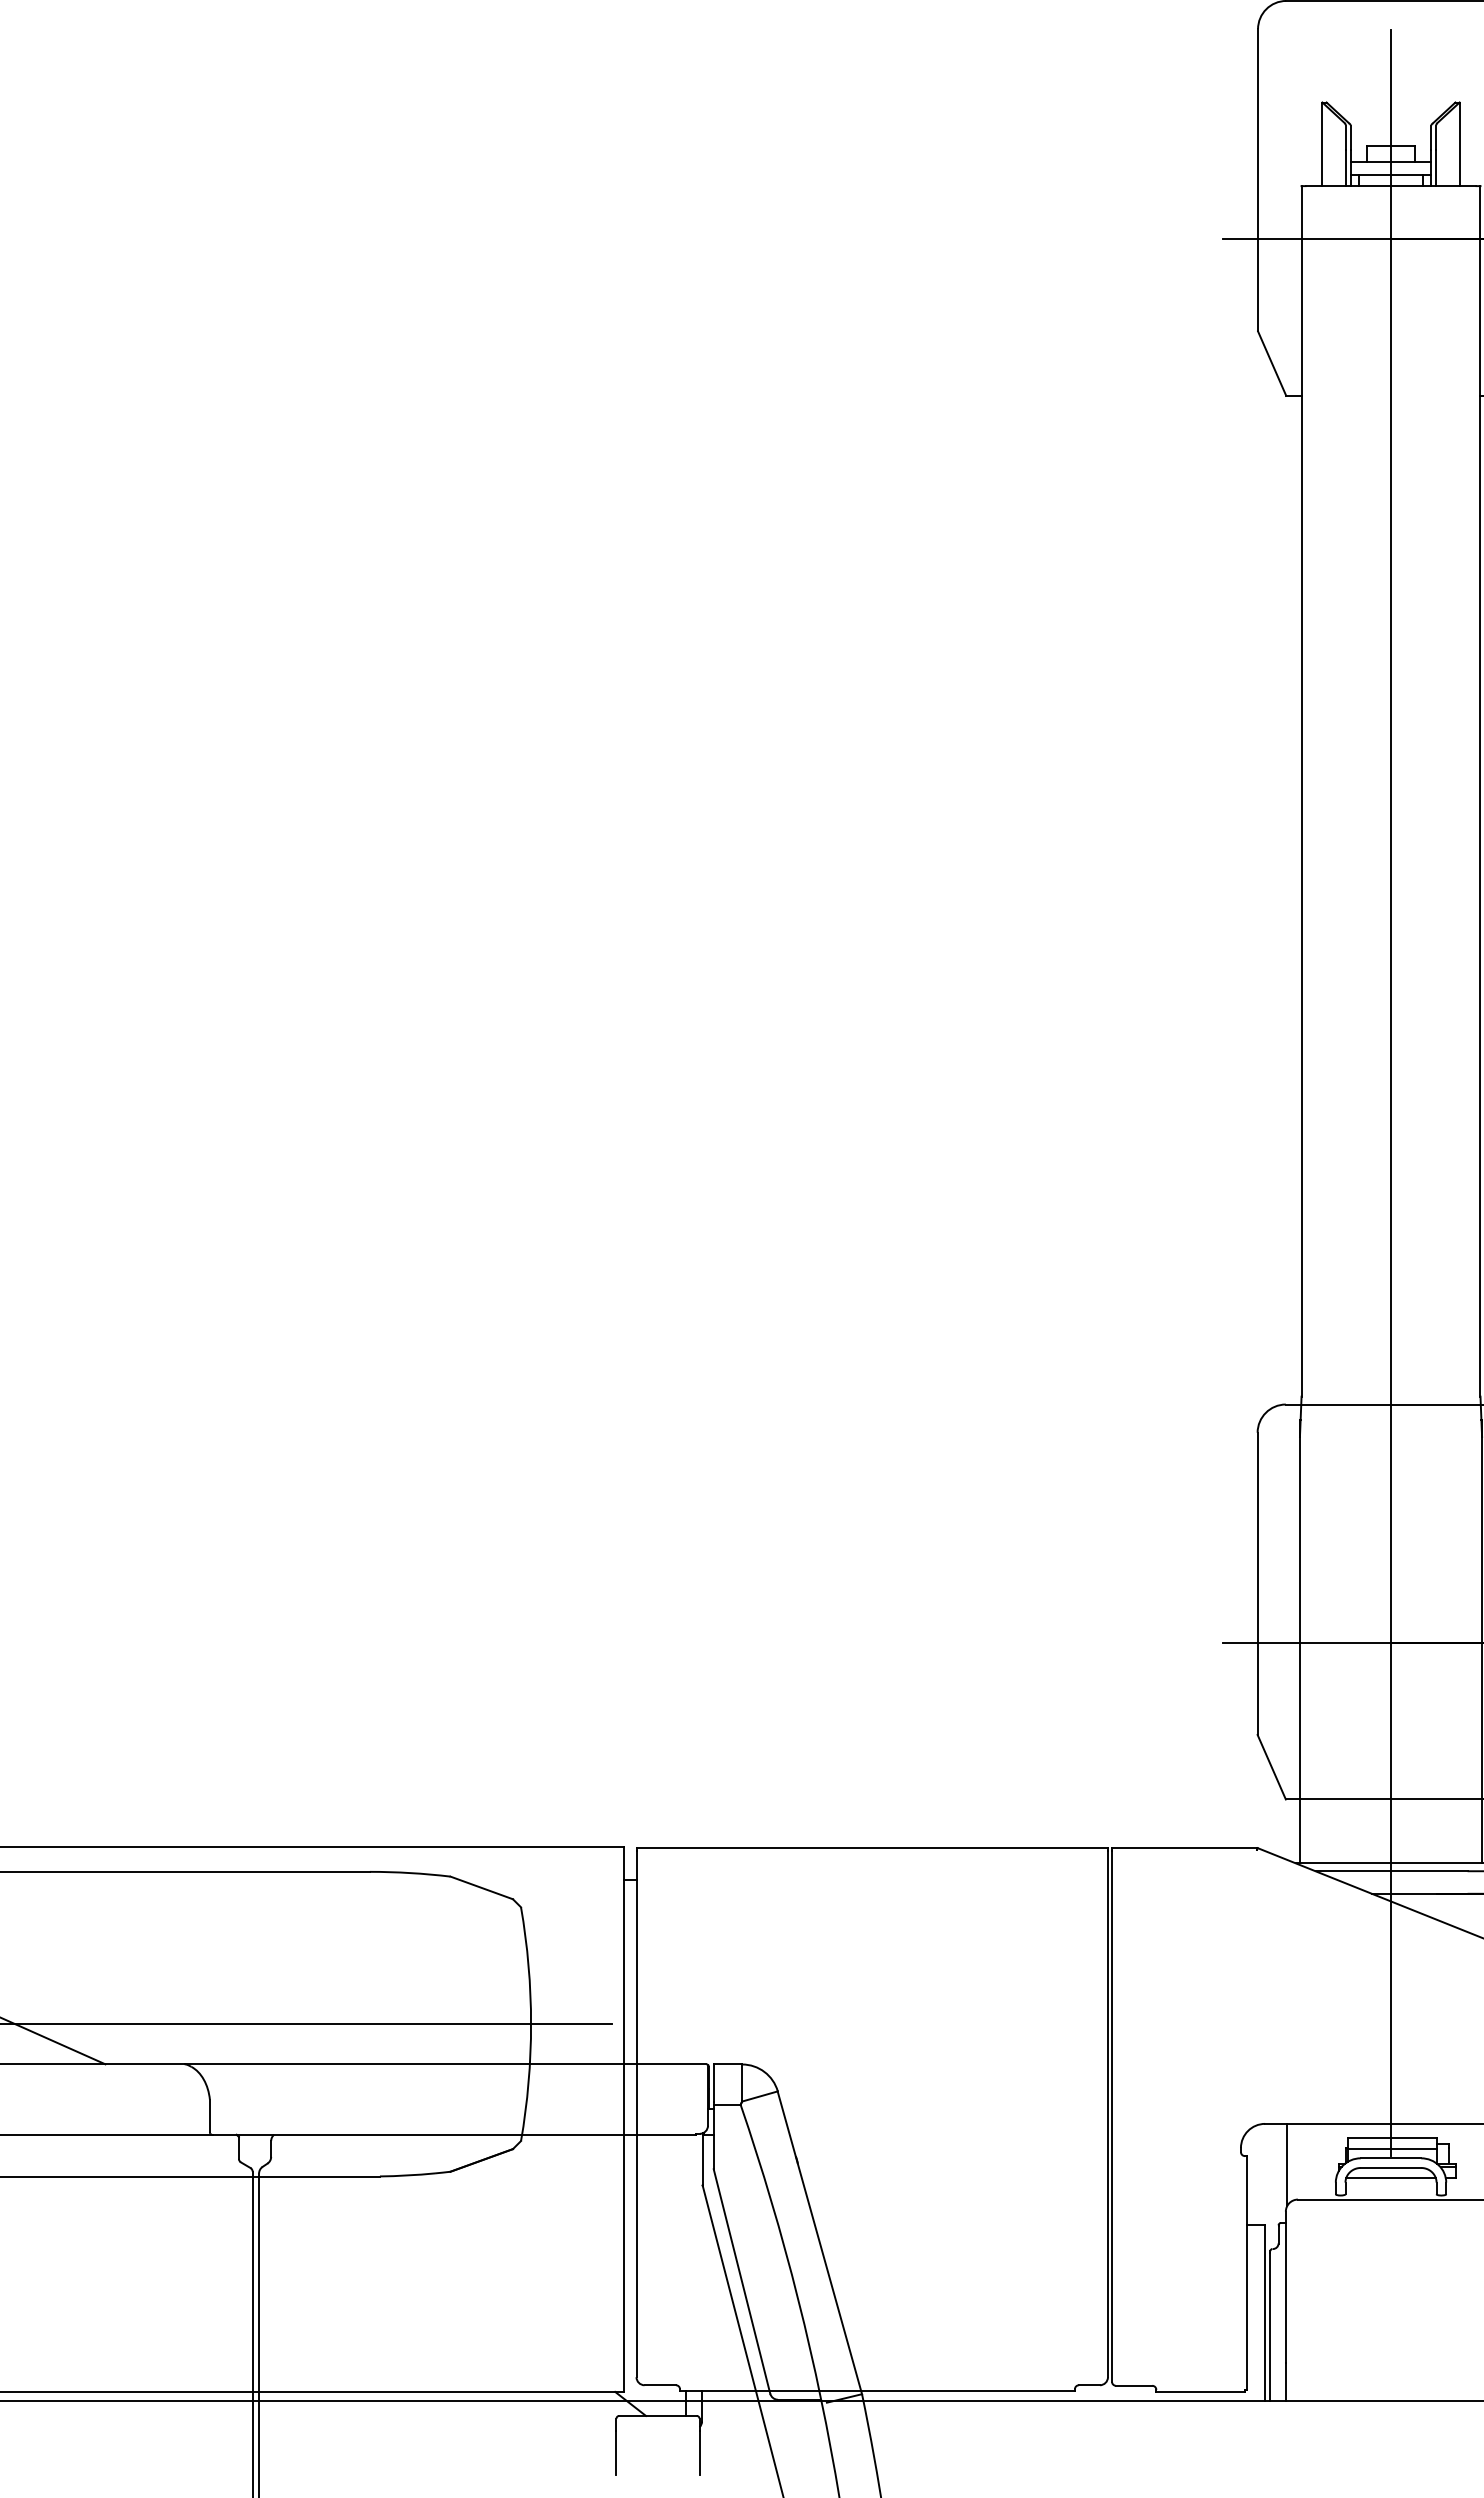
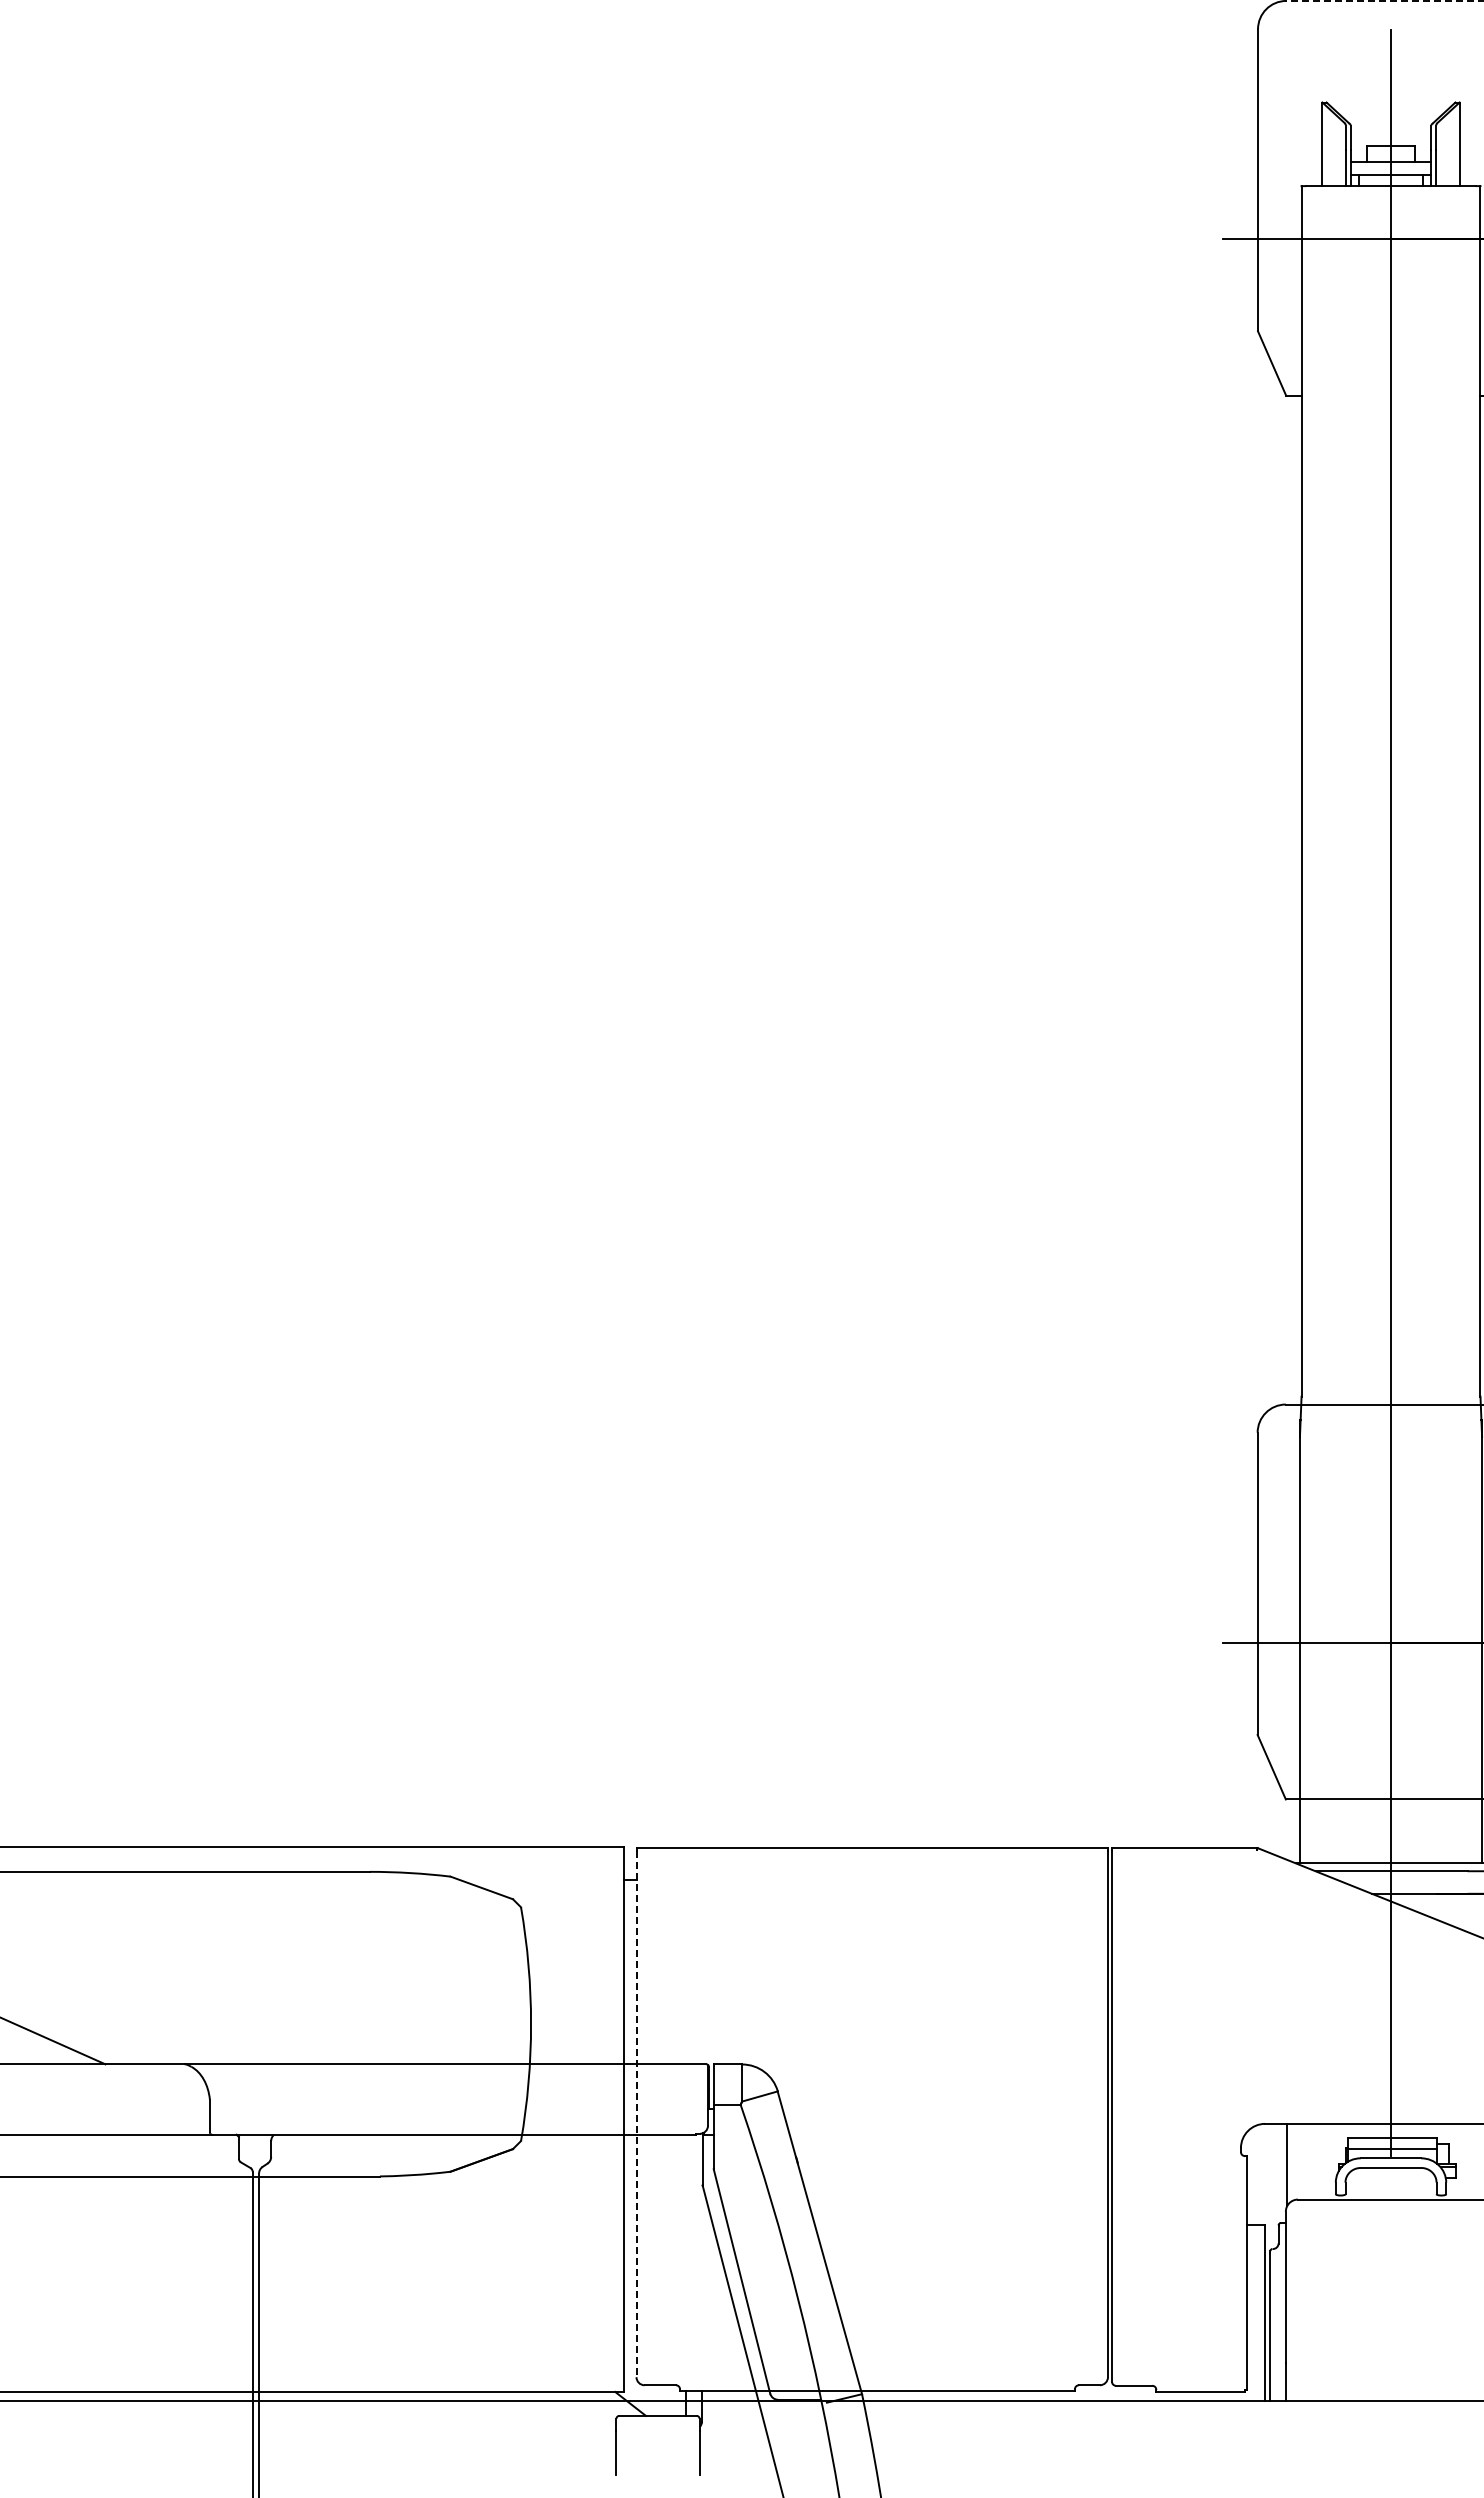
line at (1385, 0): solid -> dashed
line at (306, 2024): present -> none
line at (636, 2114): solid -> dashed
line at (1390, 2178): present -> none
